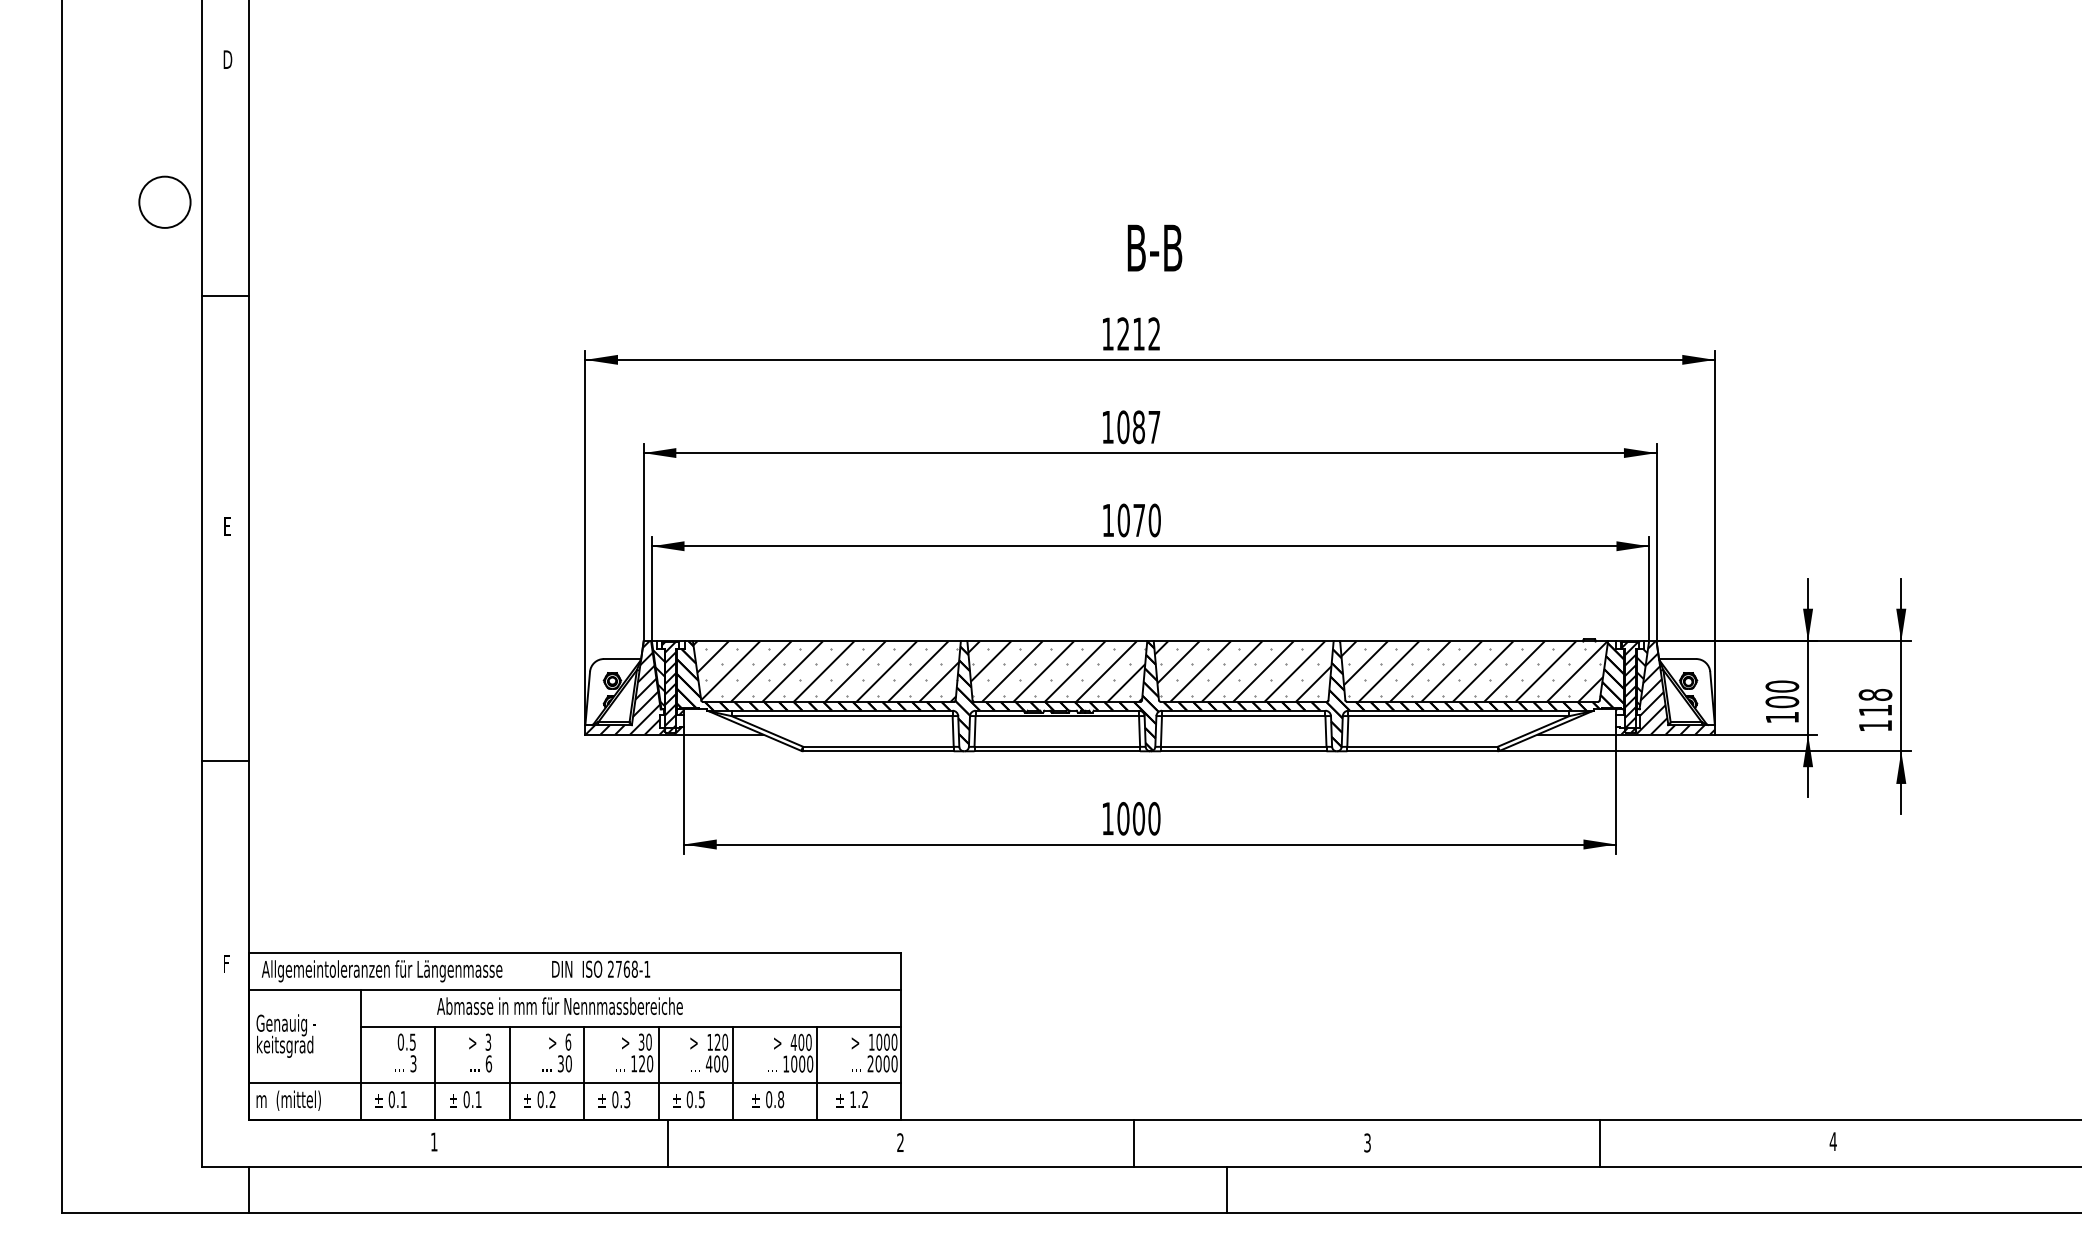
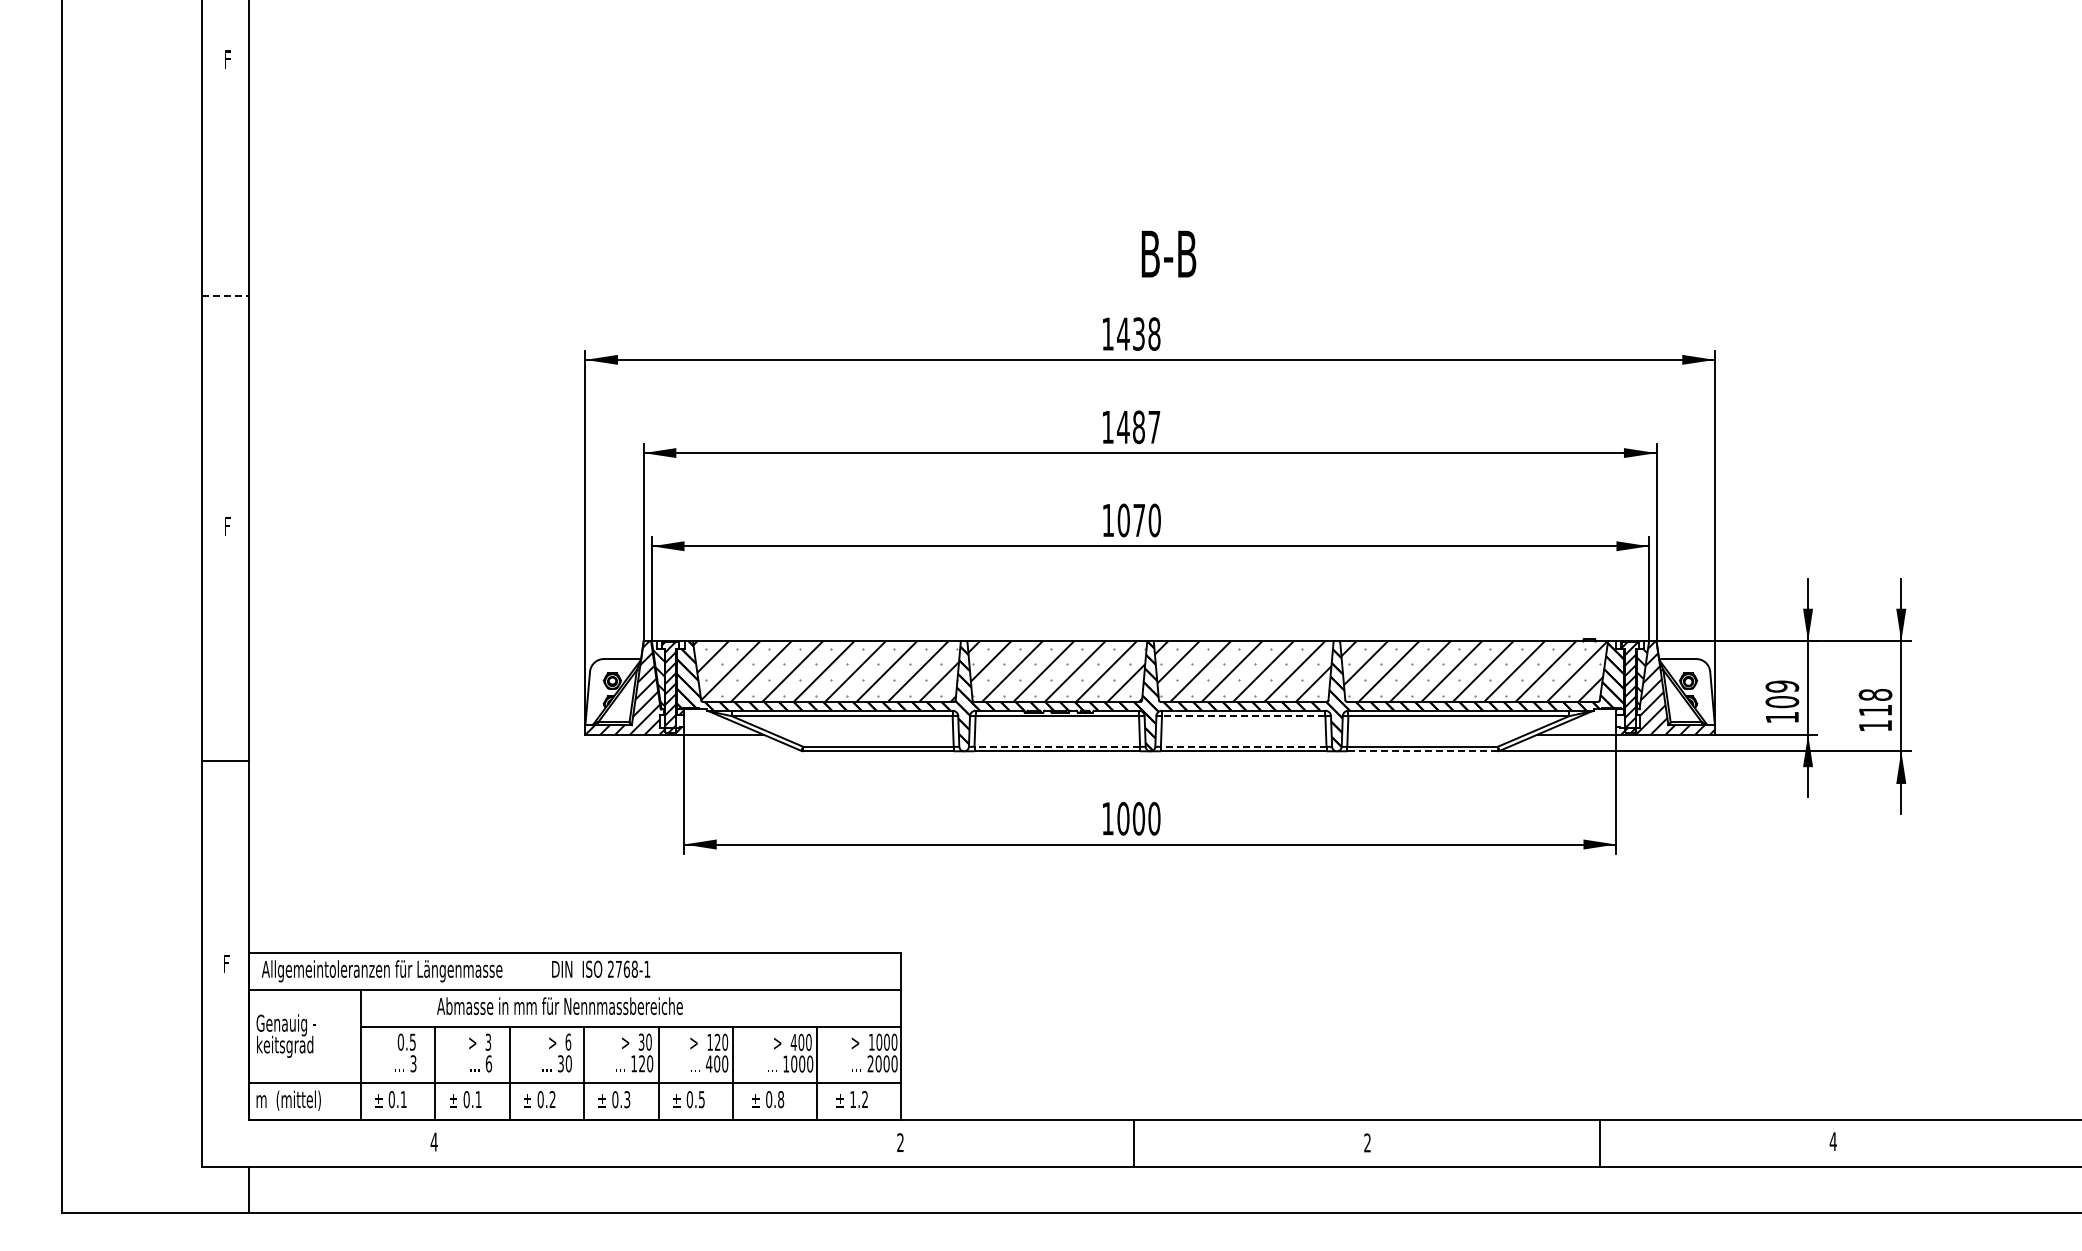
text at (227, 59): D -> F
circle at (164, 201): present -> none
text at (1154, 247) position: (1154, 247) -> (1168, 253)
line at (226, 295): solid -> dashed
text at (1138, 333): 1212 -> 1438
text at (1123, 427): 1087 -> 1487
text at (227, 526): E -> F
text at (1782, 686): 100 -> 109
line at (1243, 716): solid -> dashed
line at (1057, 746): solid -> dashed
line at (1243, 746): solid -> dashed
line at (1421, 751): solid -> dashed
text at (433, 1141): 1 -> 4
text at (1367, 1142): 3 -> 2
line at (668, 1143): present -> none
line at (1227, 1189): present -> none
